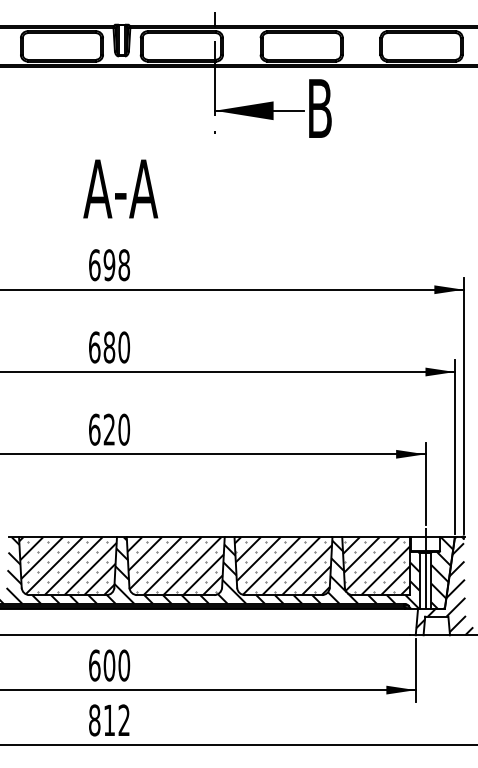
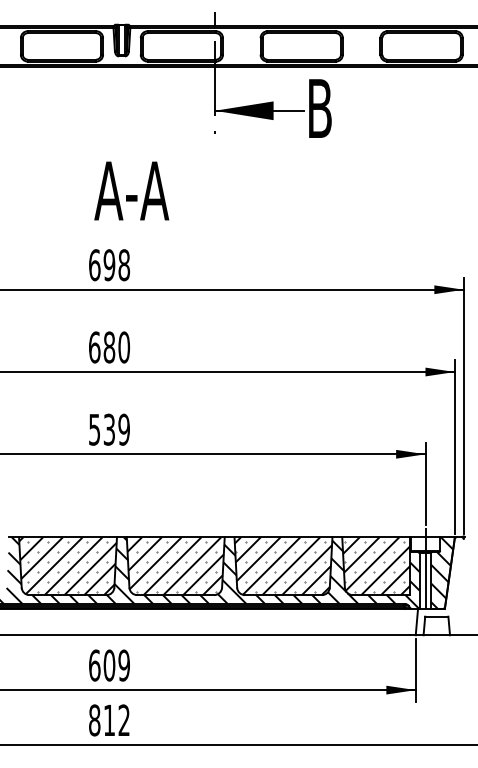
text at (120, 188) position: (120, 188) -> (131, 190)
text at (109, 429): 620 -> 539
hatch at (444, 589): present -> none
text at (124, 665): 600 -> 609
